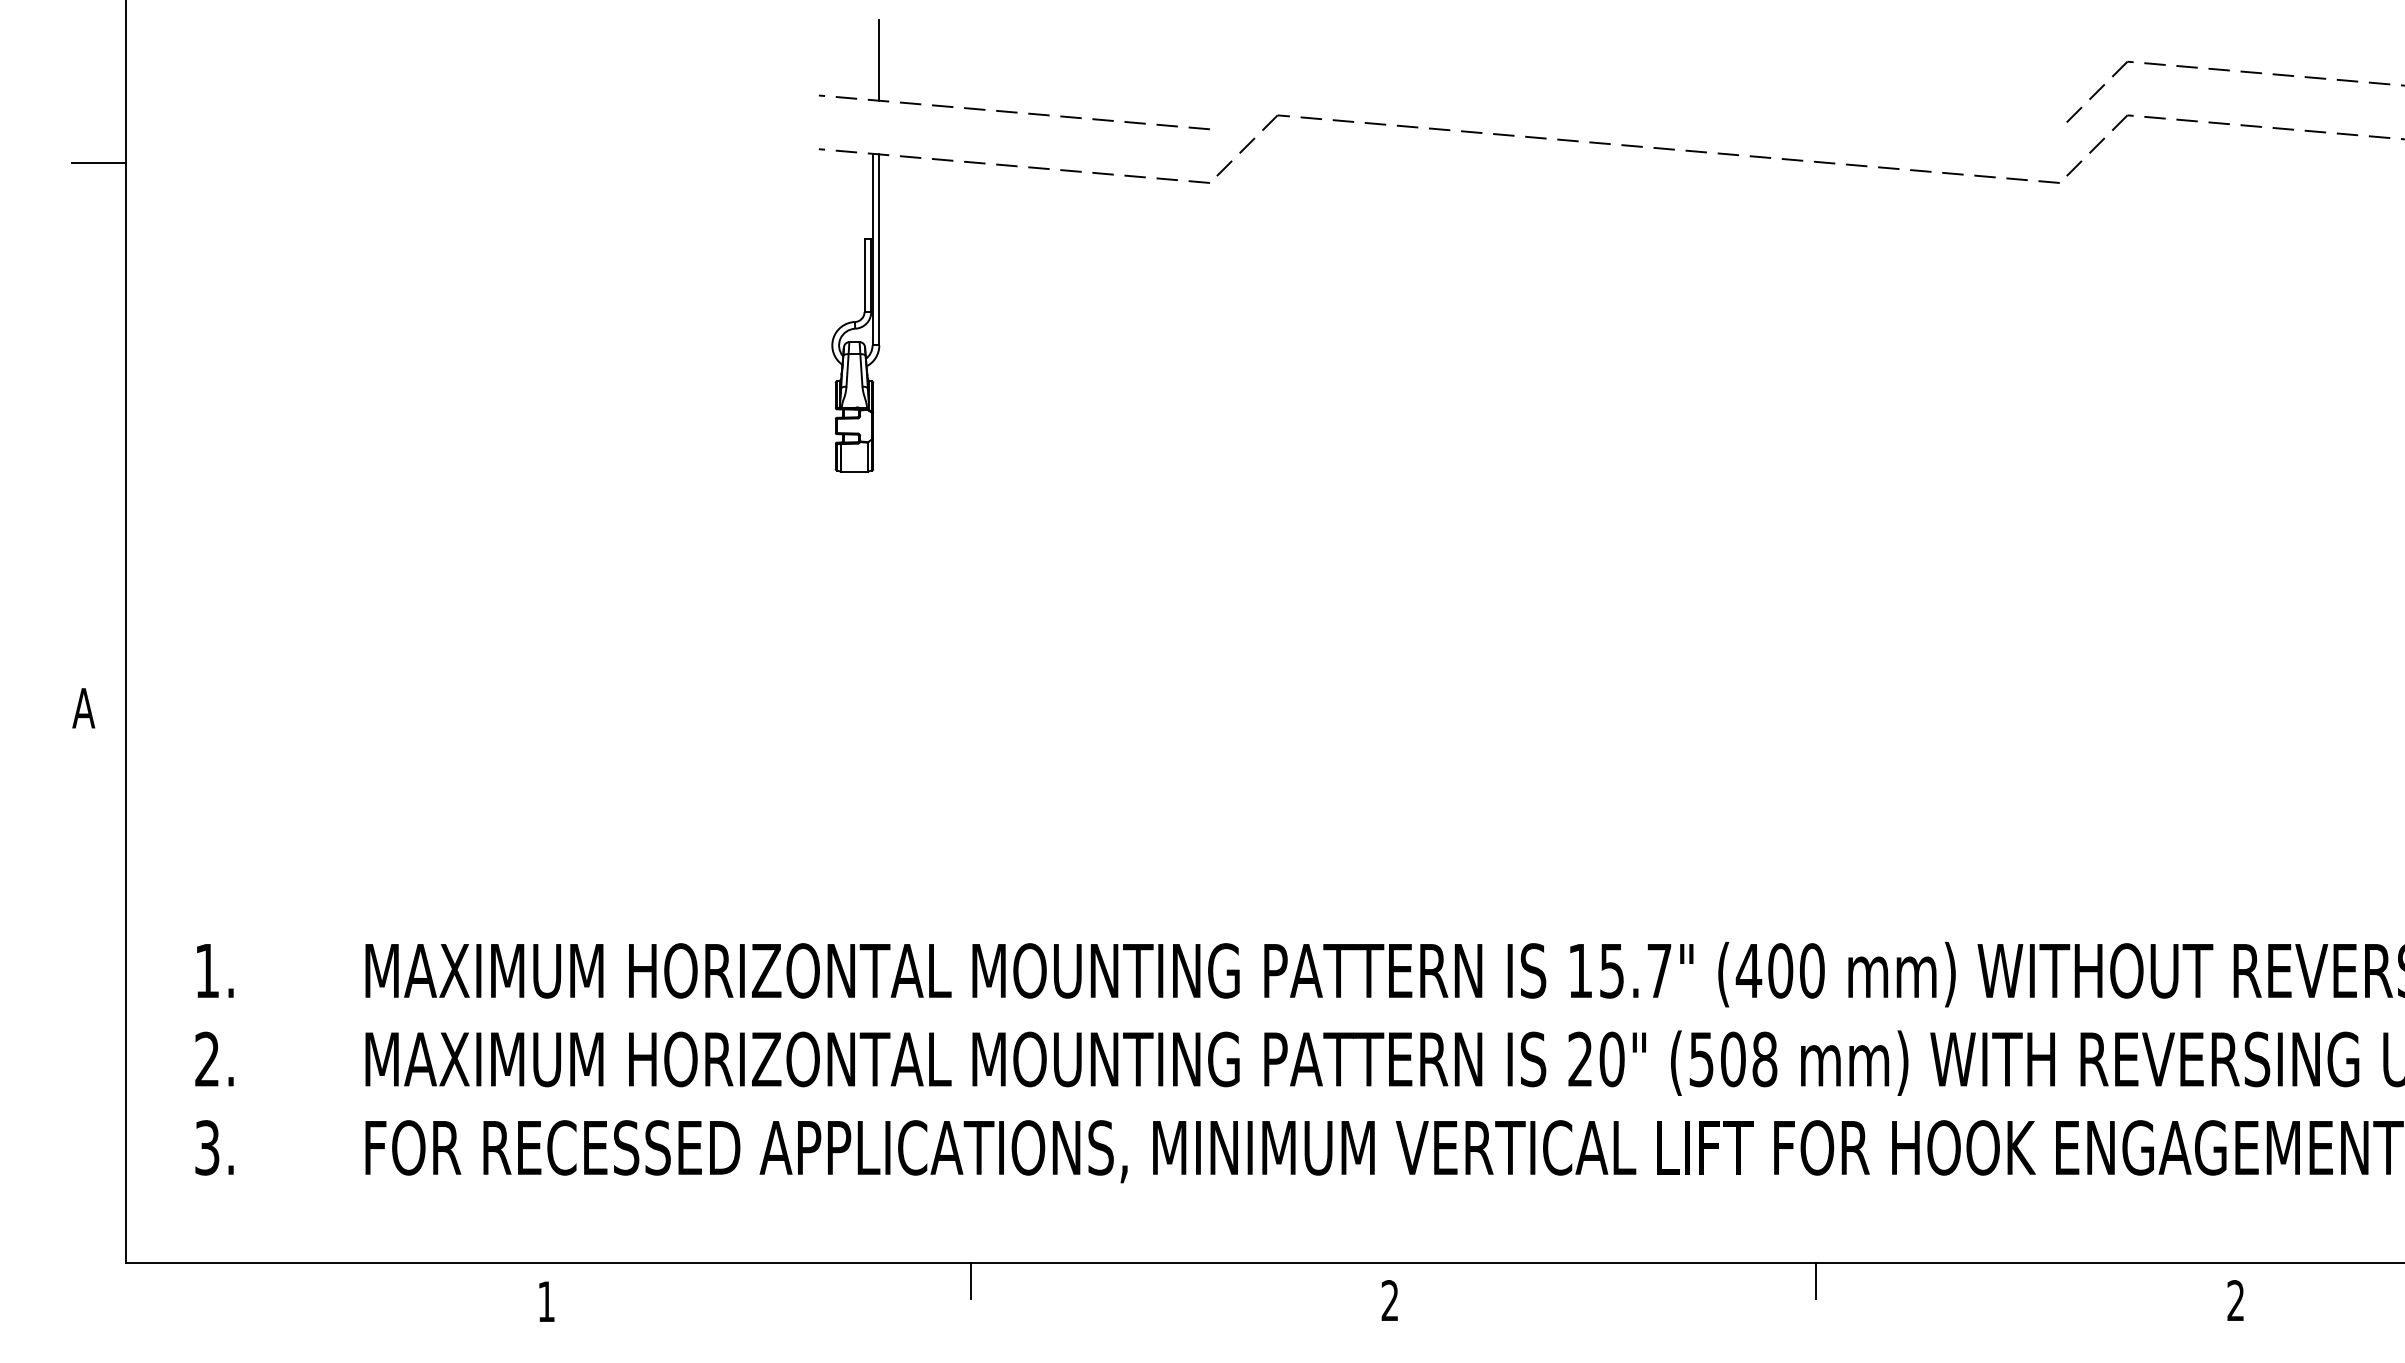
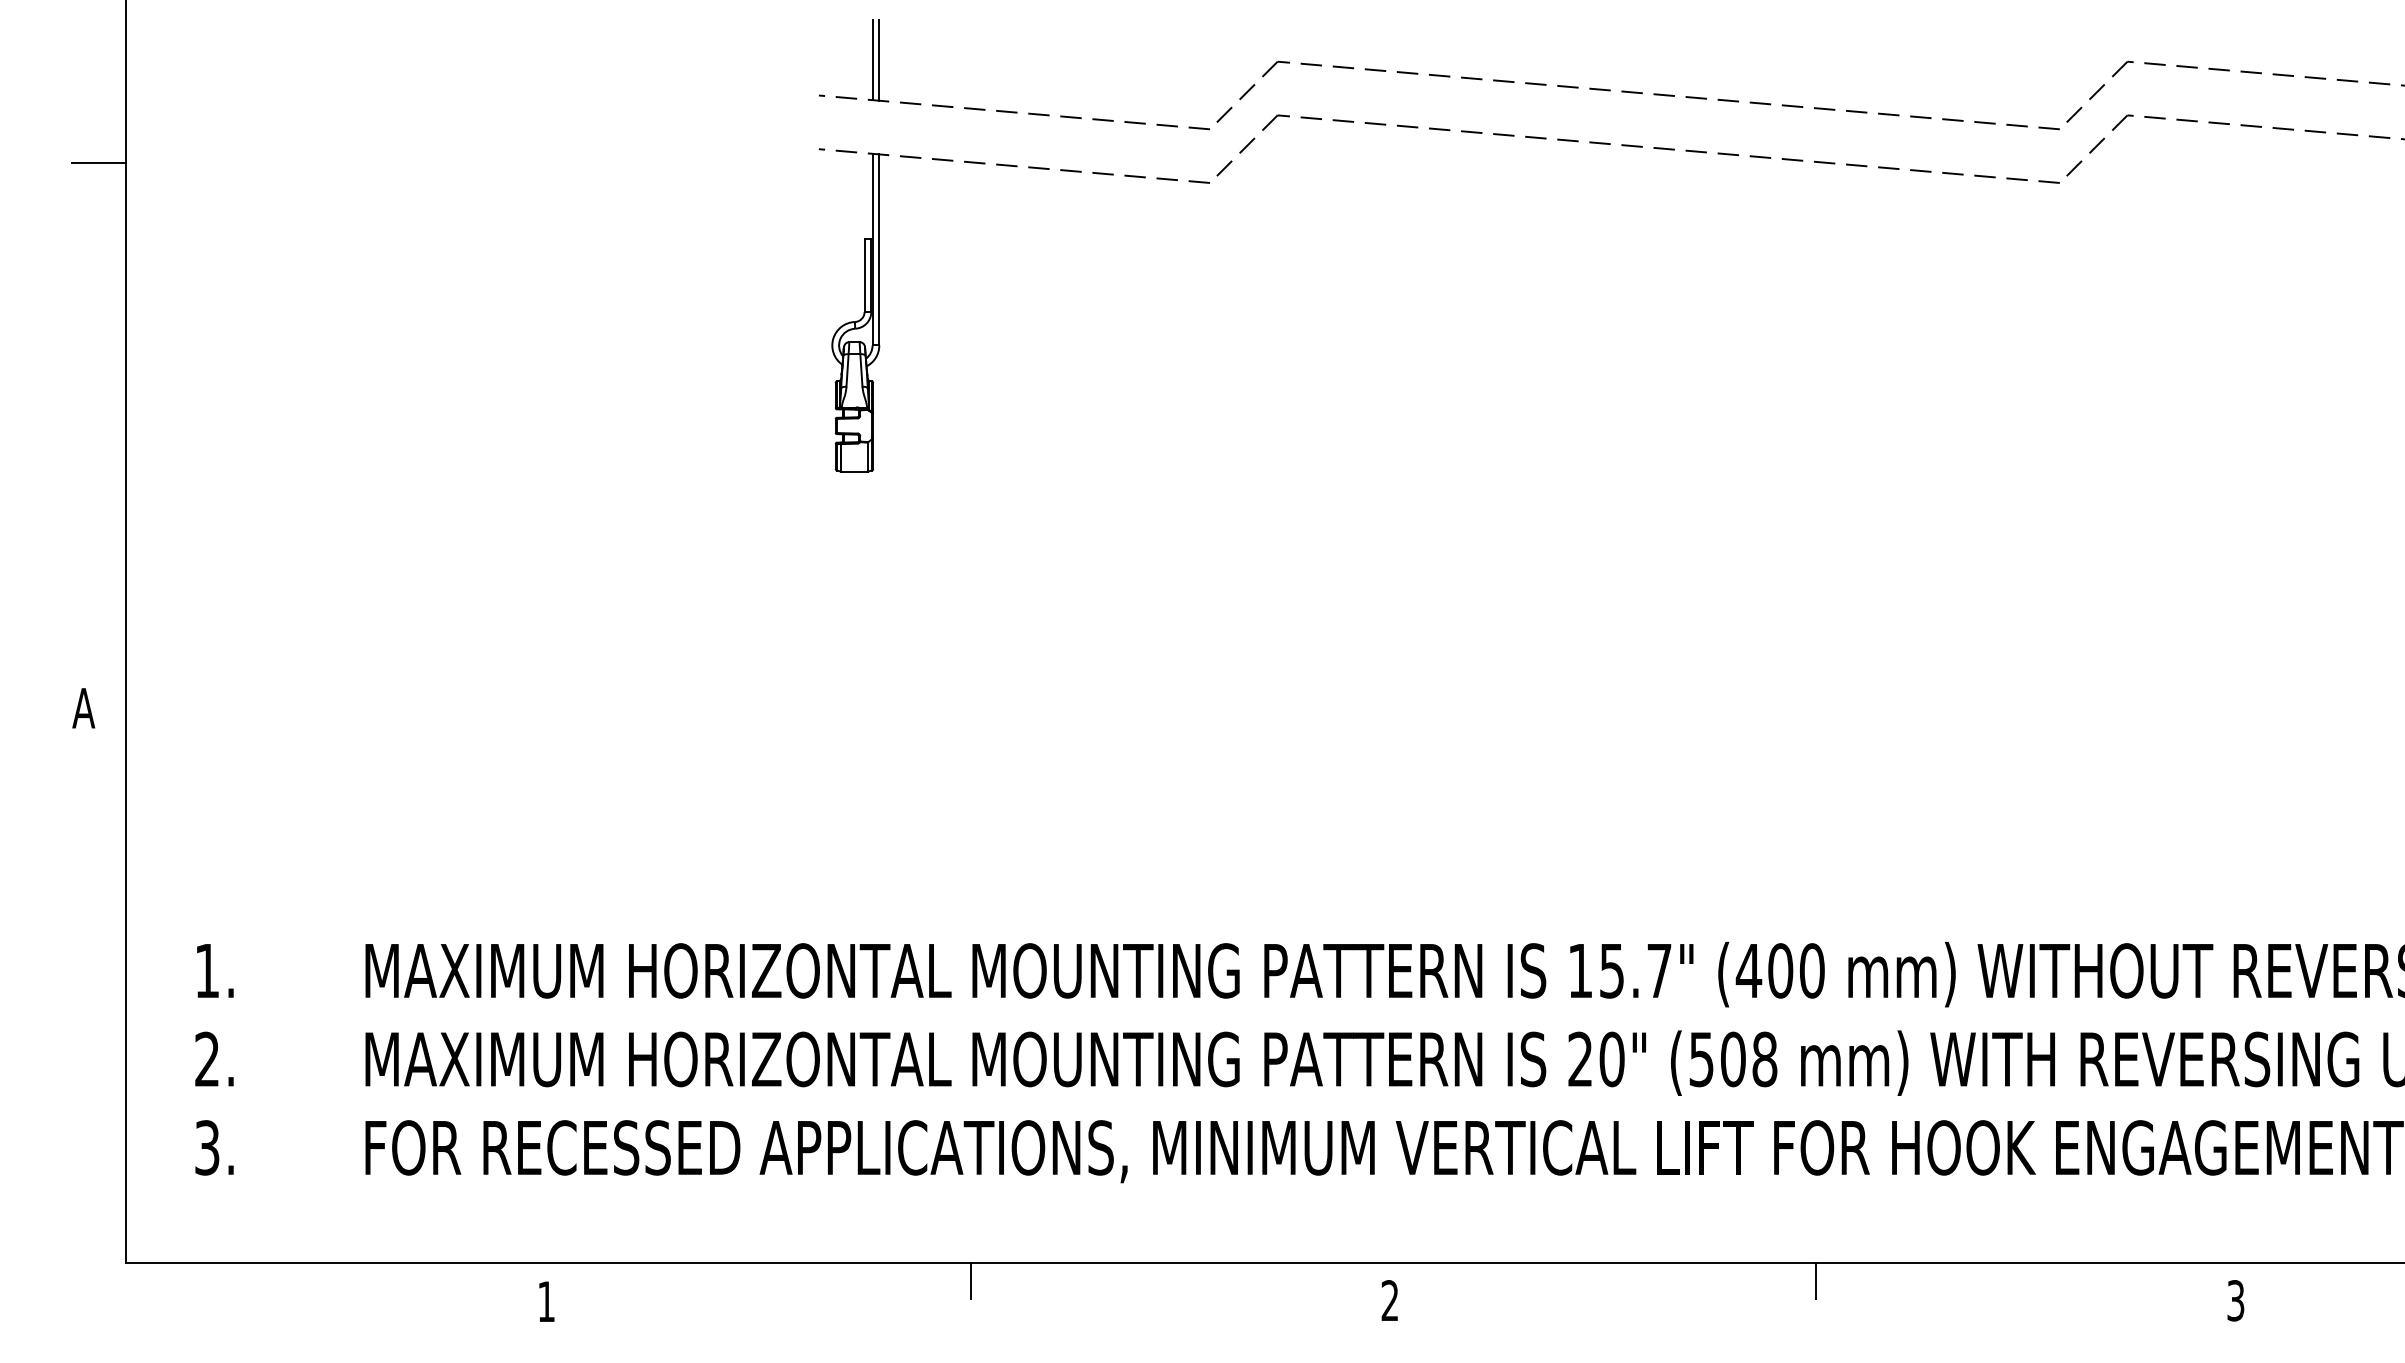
line at (872, 60): none -> present
part at (1637, 95): none -> present
text at (2235, 1300): 2 -> 3
